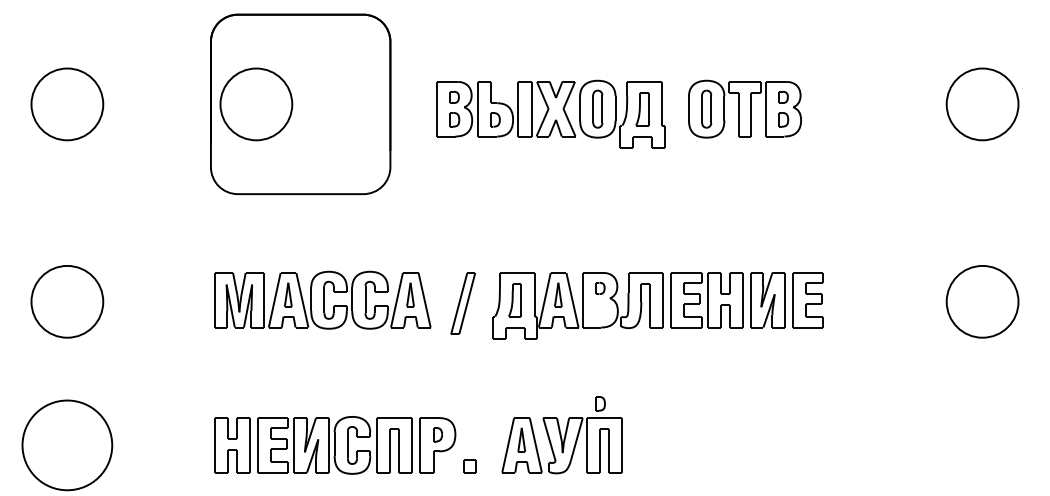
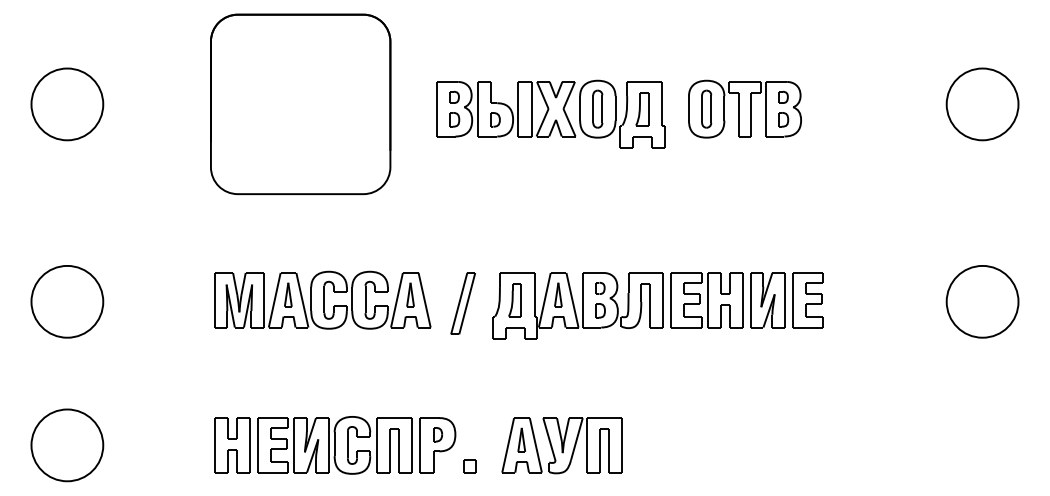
circle at (256, 104): present -> none
part at (600, 403) position: (600, 403) -> (600, 310)
circle at (67, 445) diameter: 90 px -> 72 px
